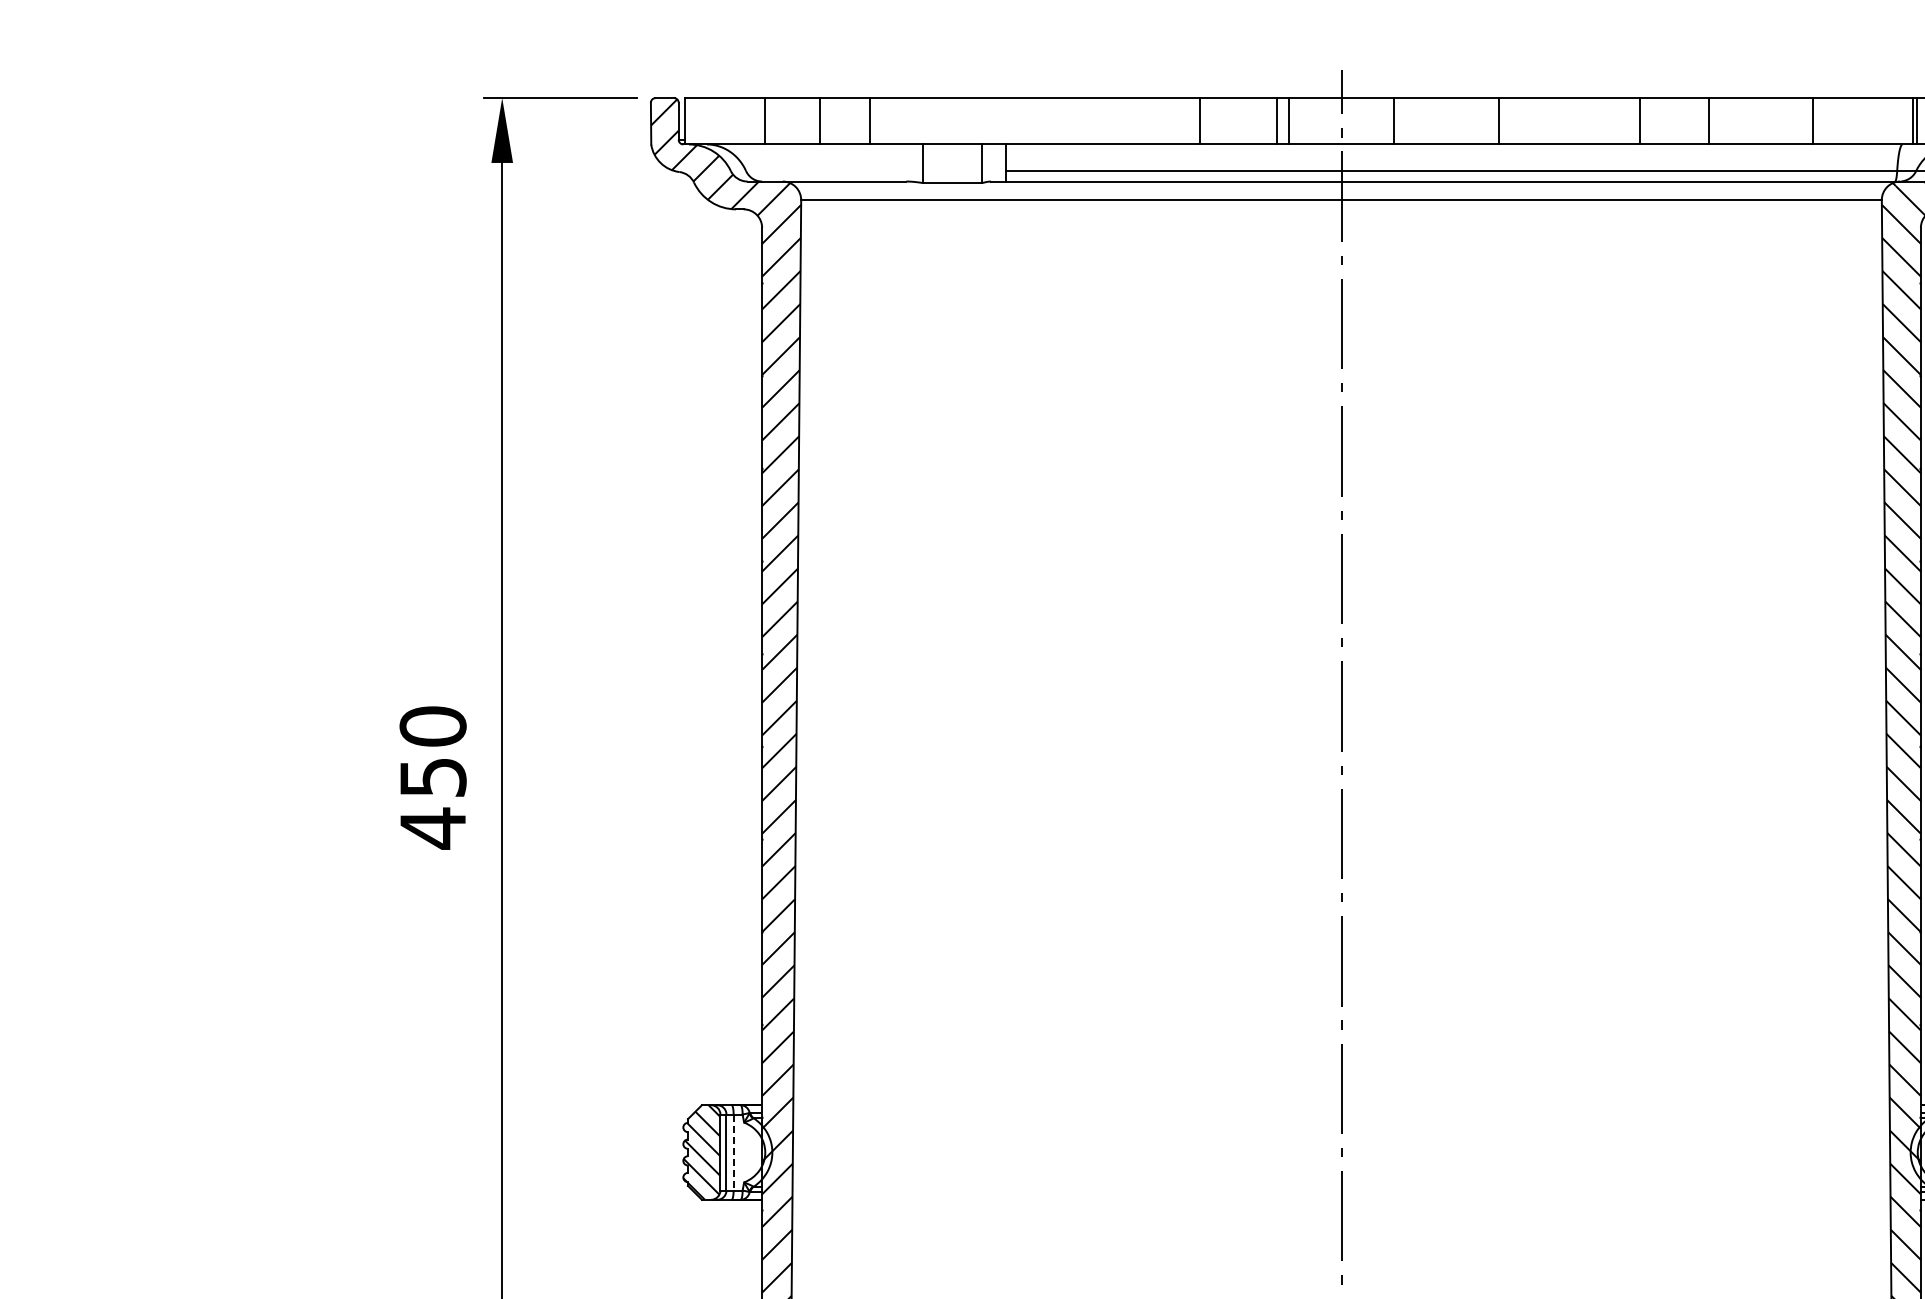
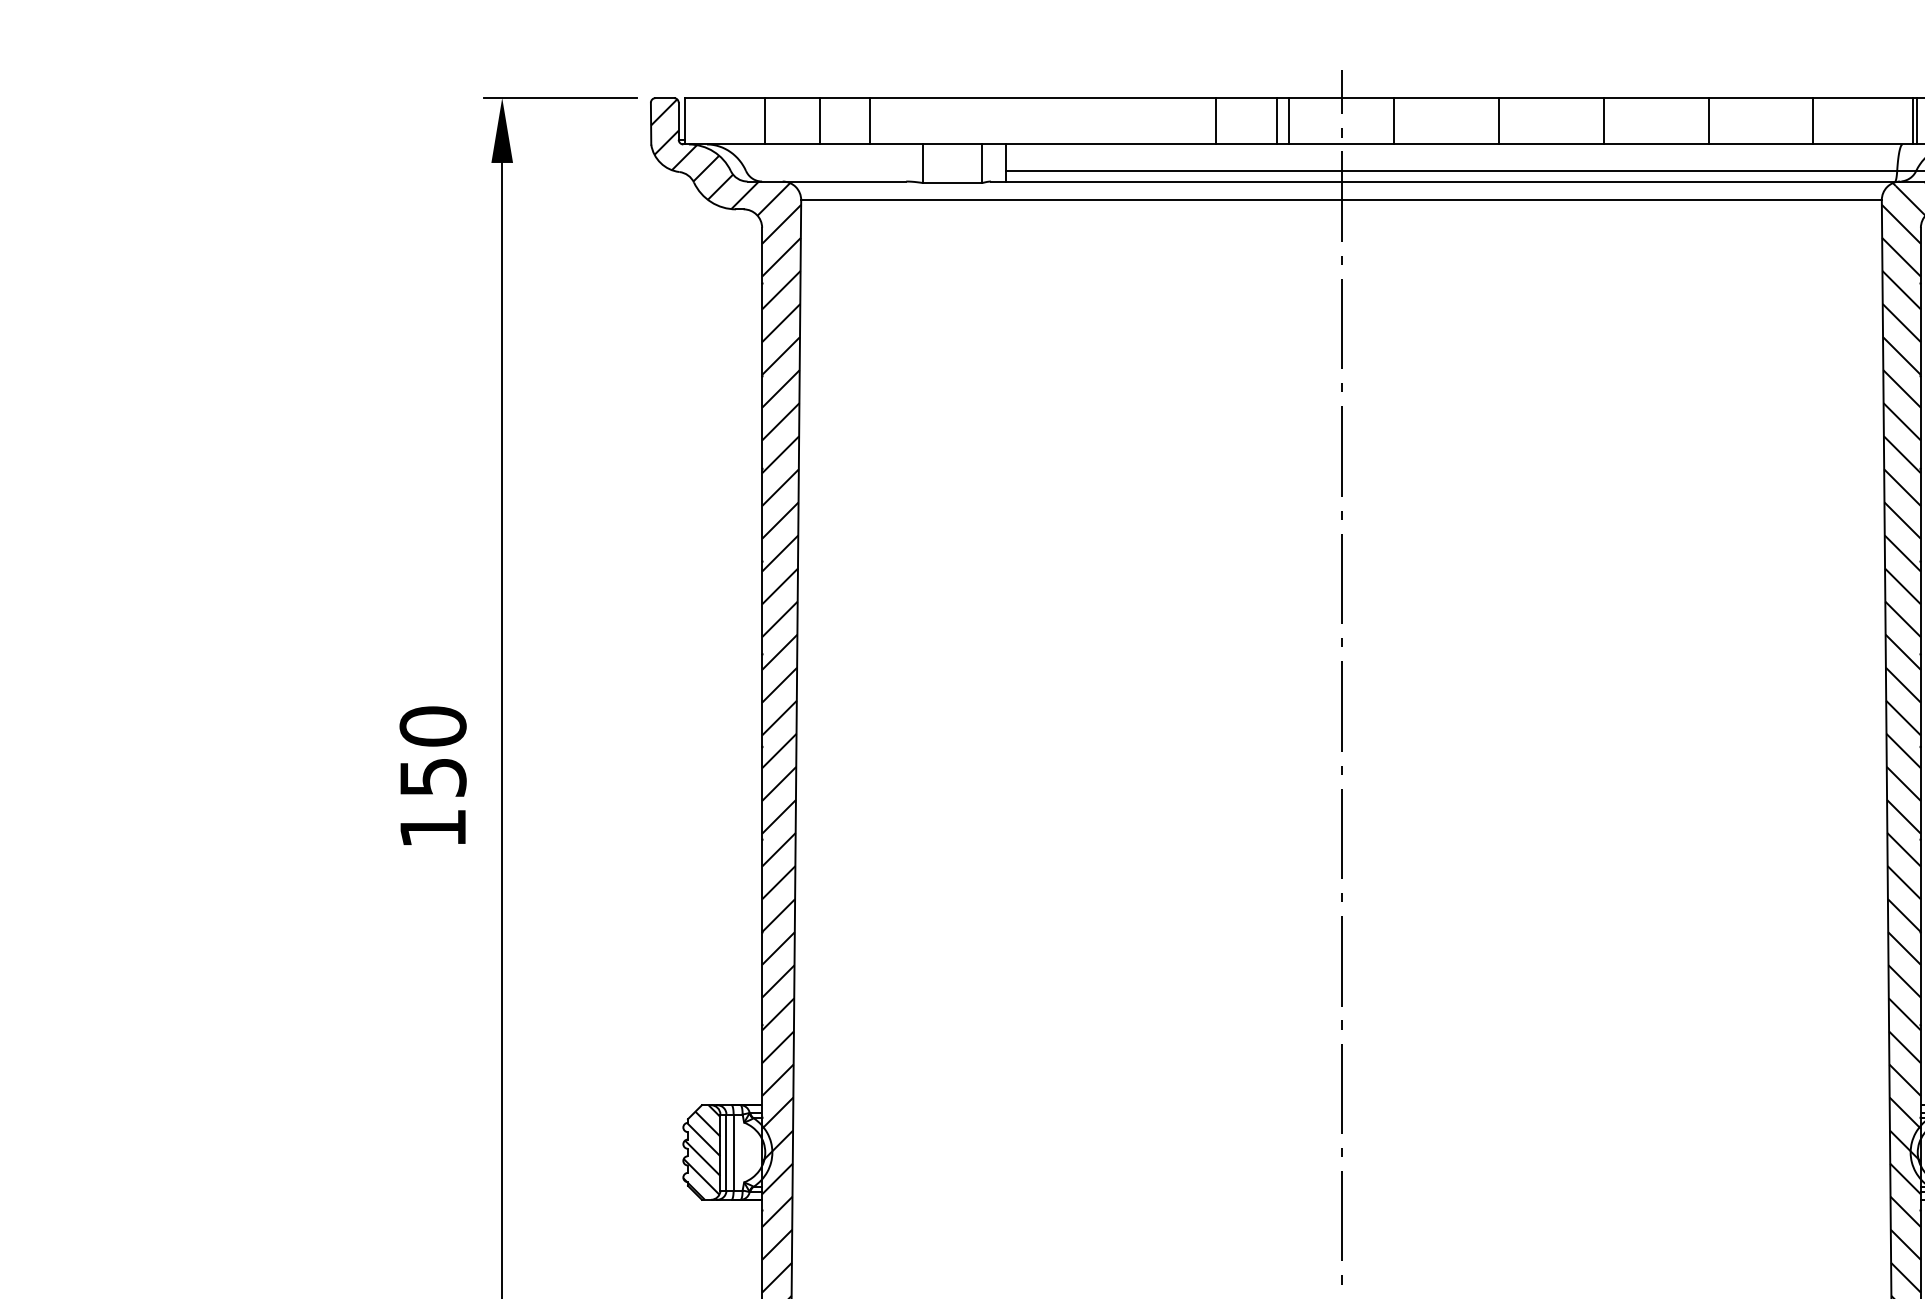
line at (1200, 121) position: (1200, 121) -> (1216, 121)
line at (1639, 121) position: (1639, 121) -> (1603, 121)
text at (432, 828): 450 -> 150
line at (733, 1153): dashed -> solid
